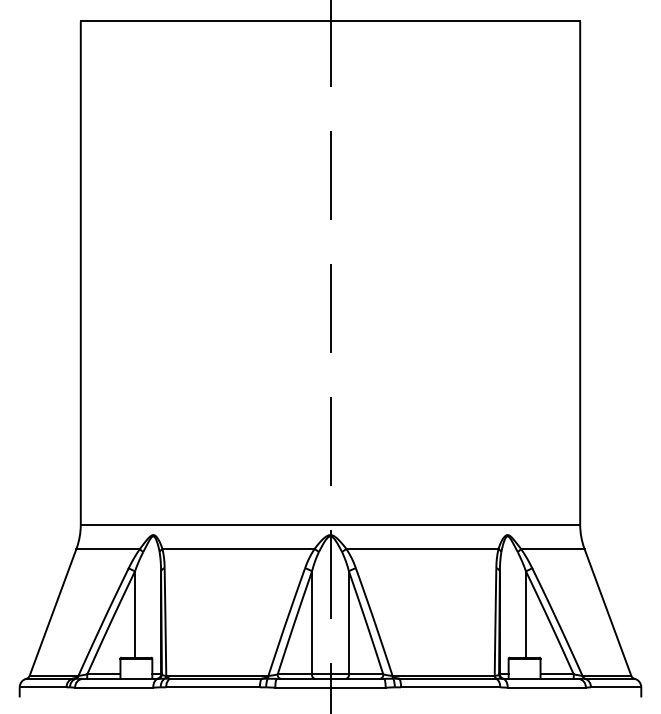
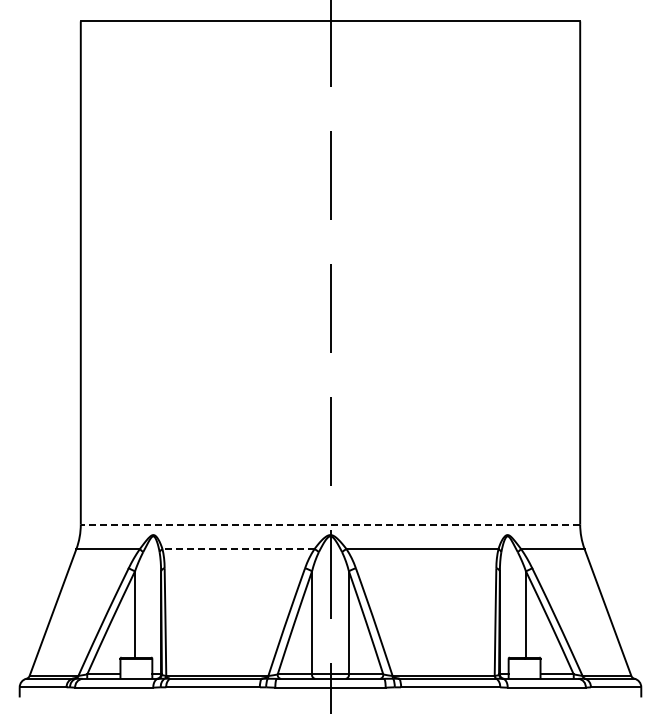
line at (330, 524): solid -> dashed
line at (238, 549): solid -> dashed
